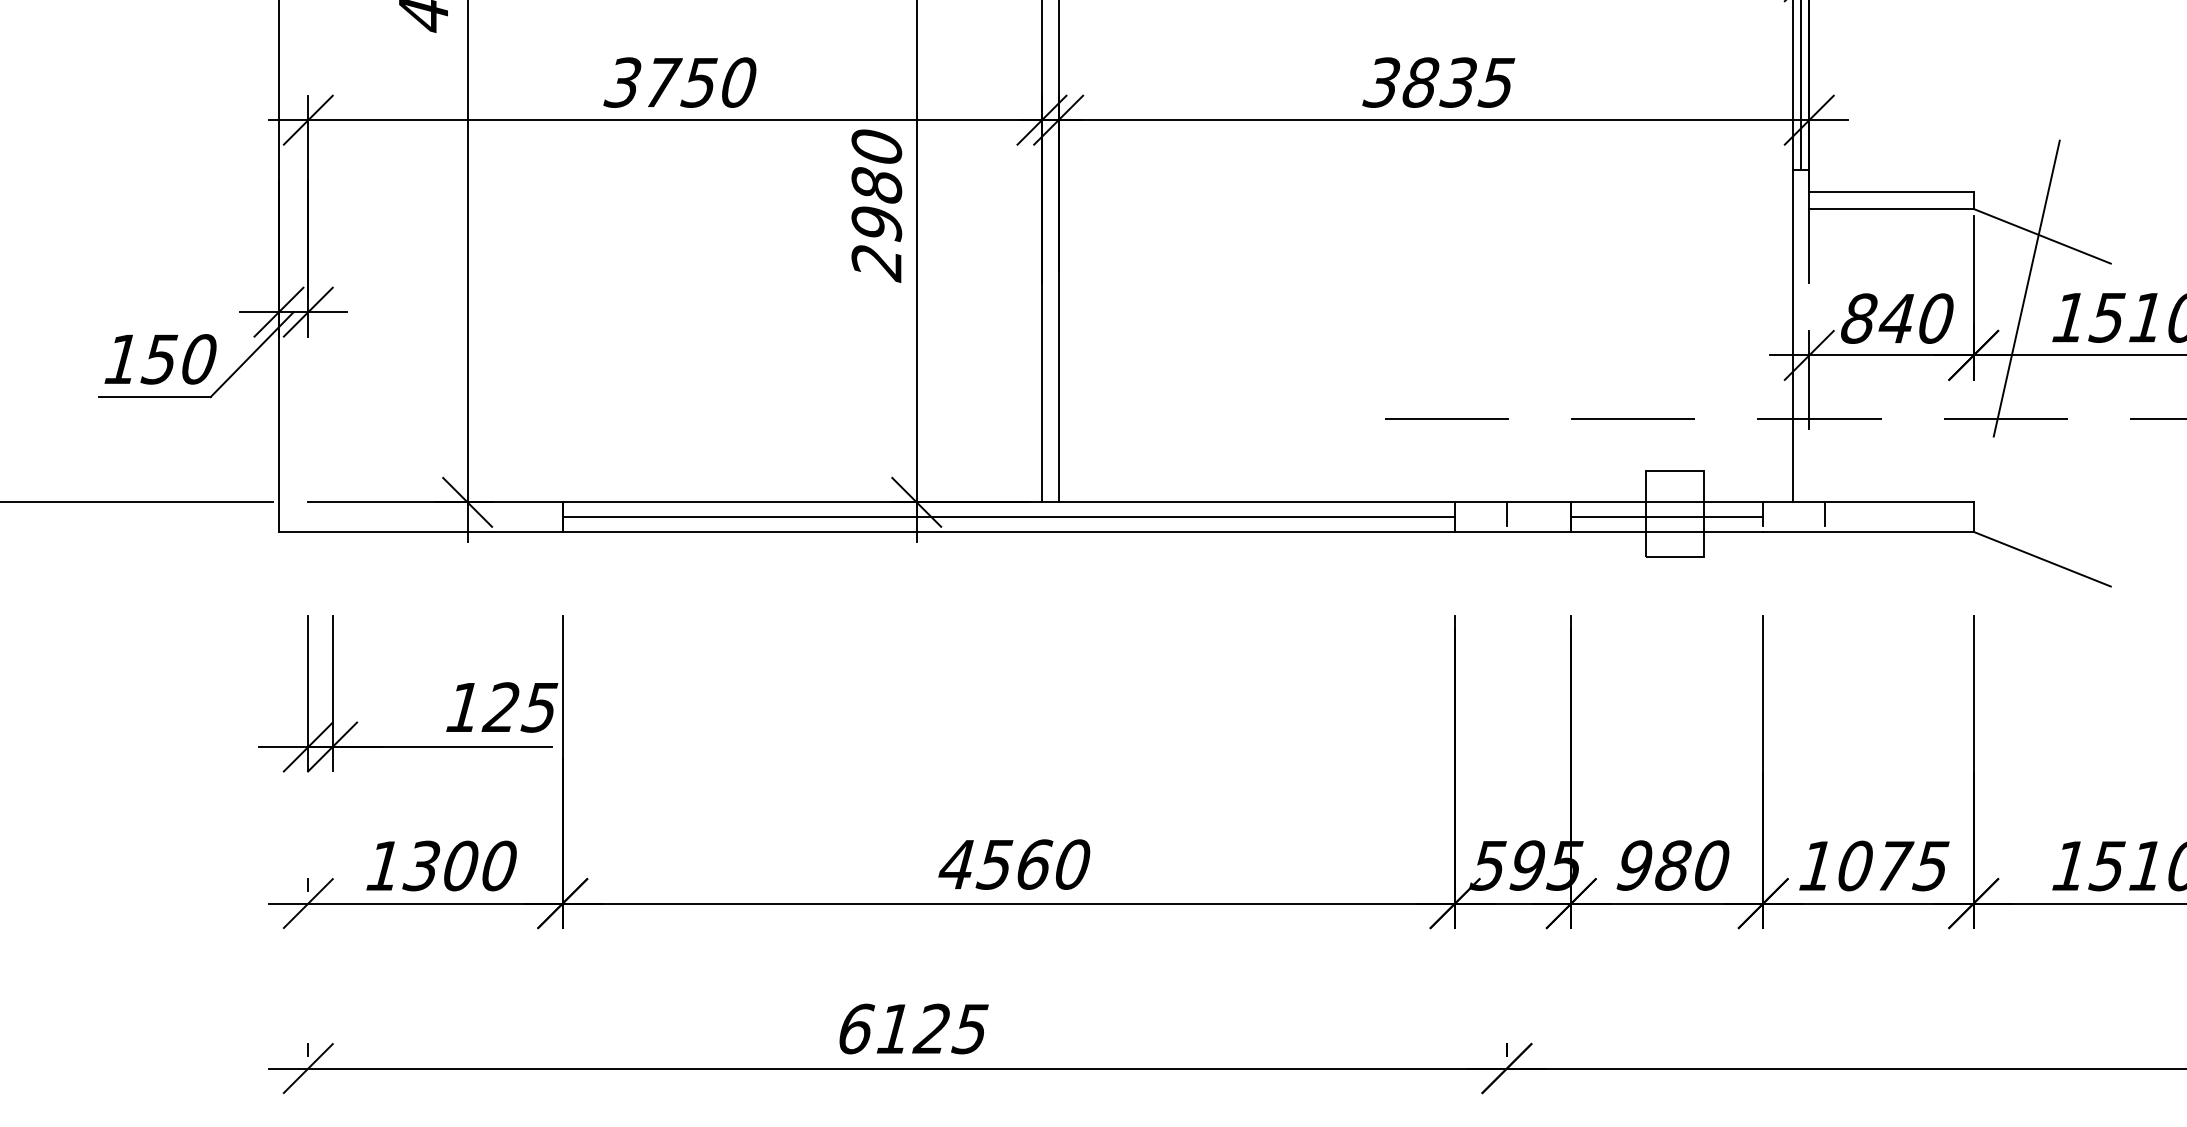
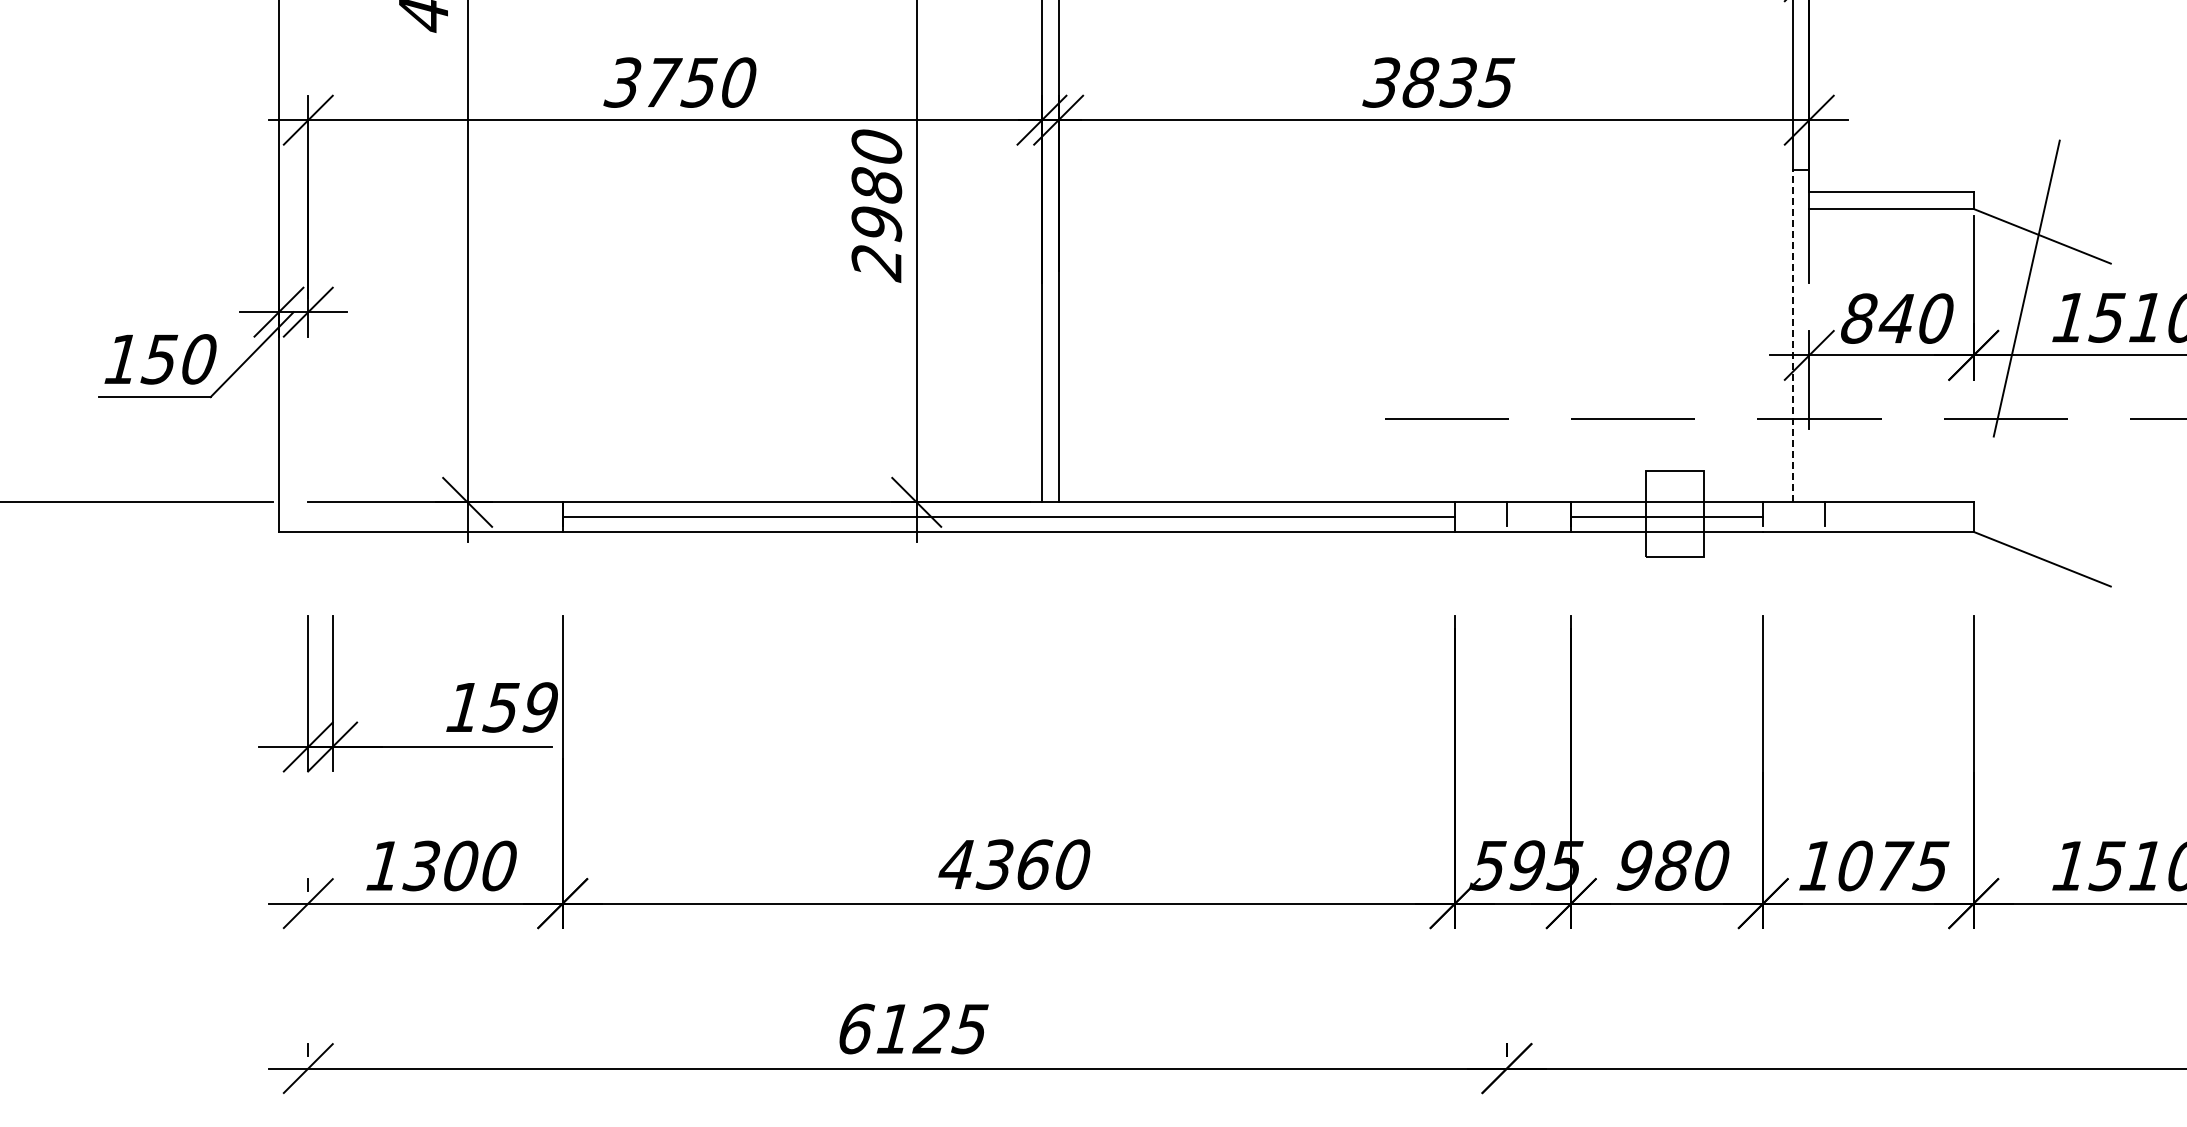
line at (1800, 85): present -> none
line at (1792, 335): solid -> dashed
text at (519, 707): 125 -> 159
text at (994, 864): 4560 -> 4360
